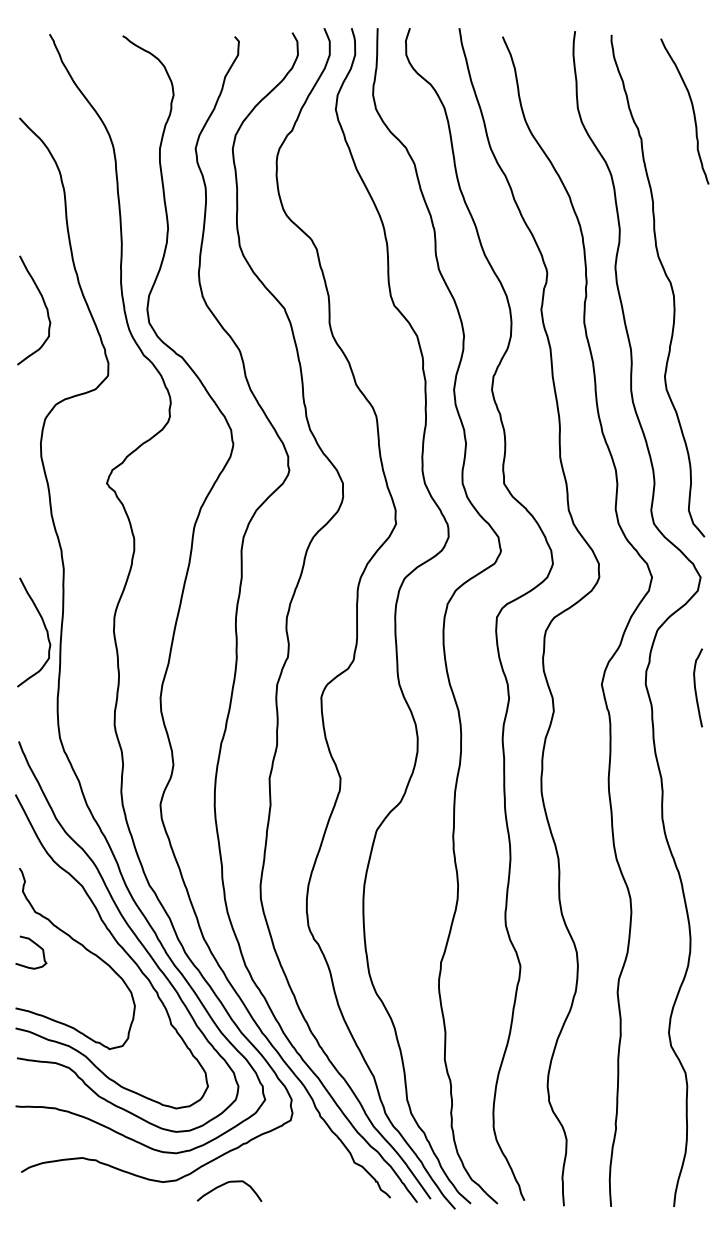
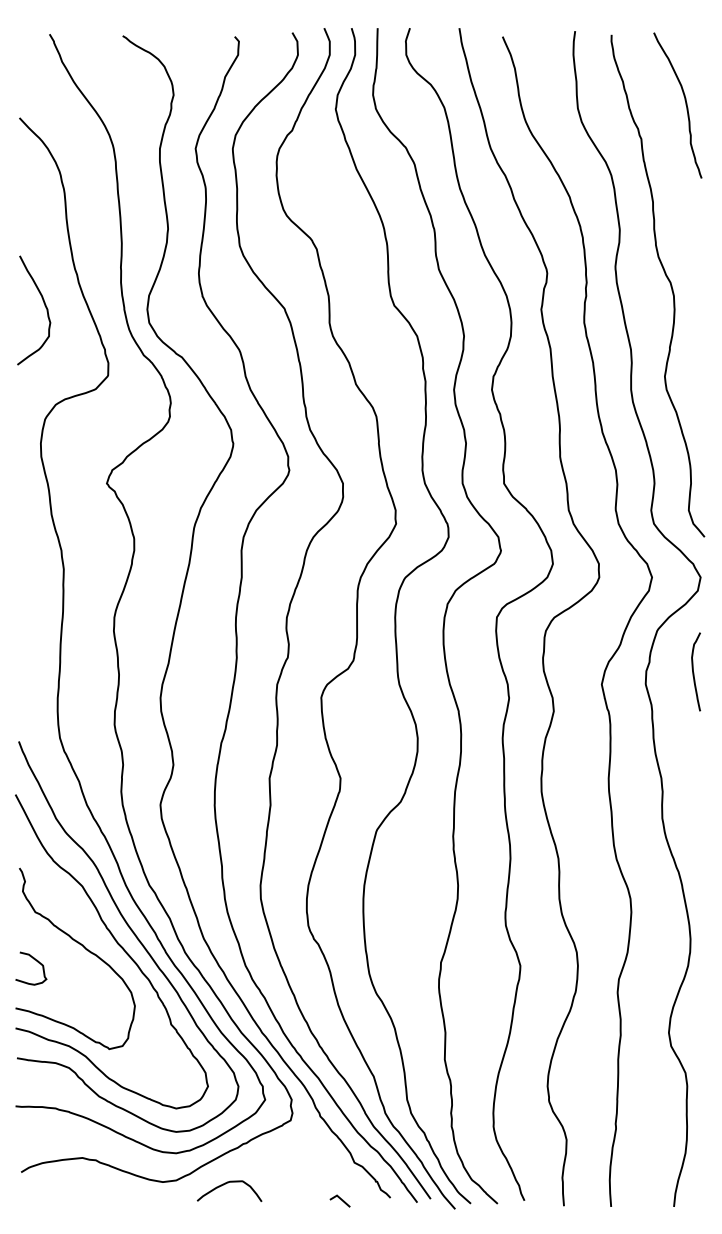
curve at (692, 111) position: (692, 111) -> (685, 105)
curve at (44, 627): present -> none
curve at (696, 688) position: (696, 688) -> (694, 672)
curve at (37, 946) position: (37, 946) -> (37, 962)
line at (339, 1199): none -> present
